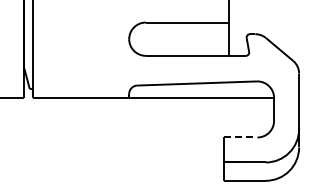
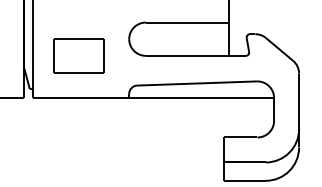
part at (78, 55): none -> present
line at (240, 137): dashed -> solid
